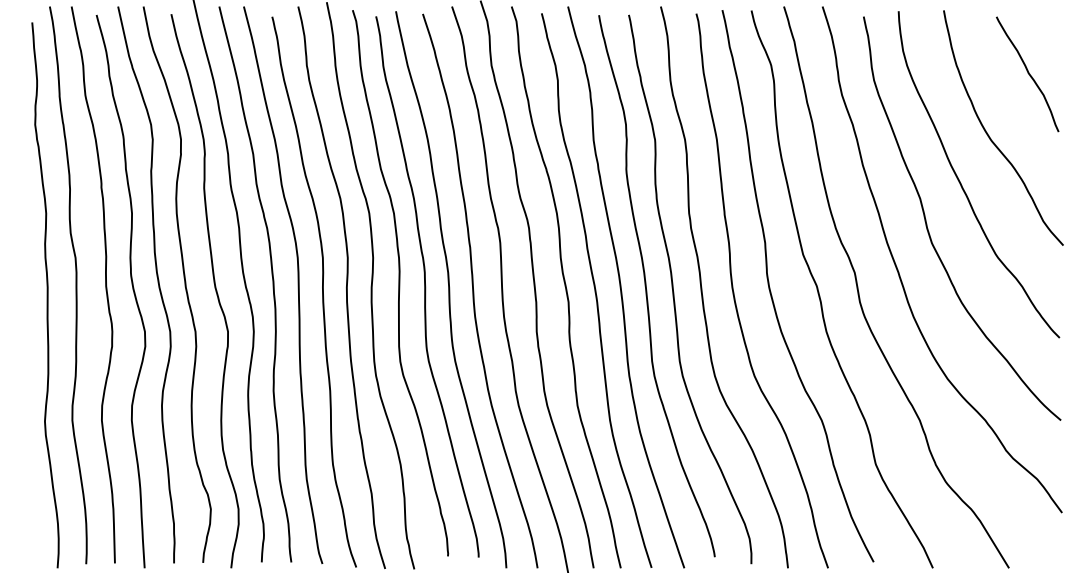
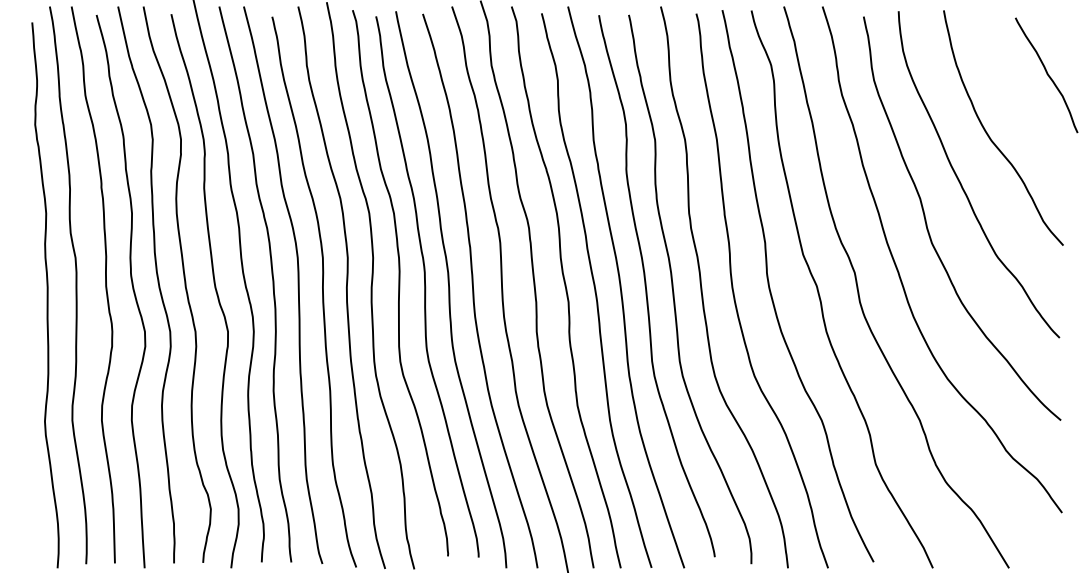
curve at (1027, 73) position: (1027, 73) -> (1046, 74)
